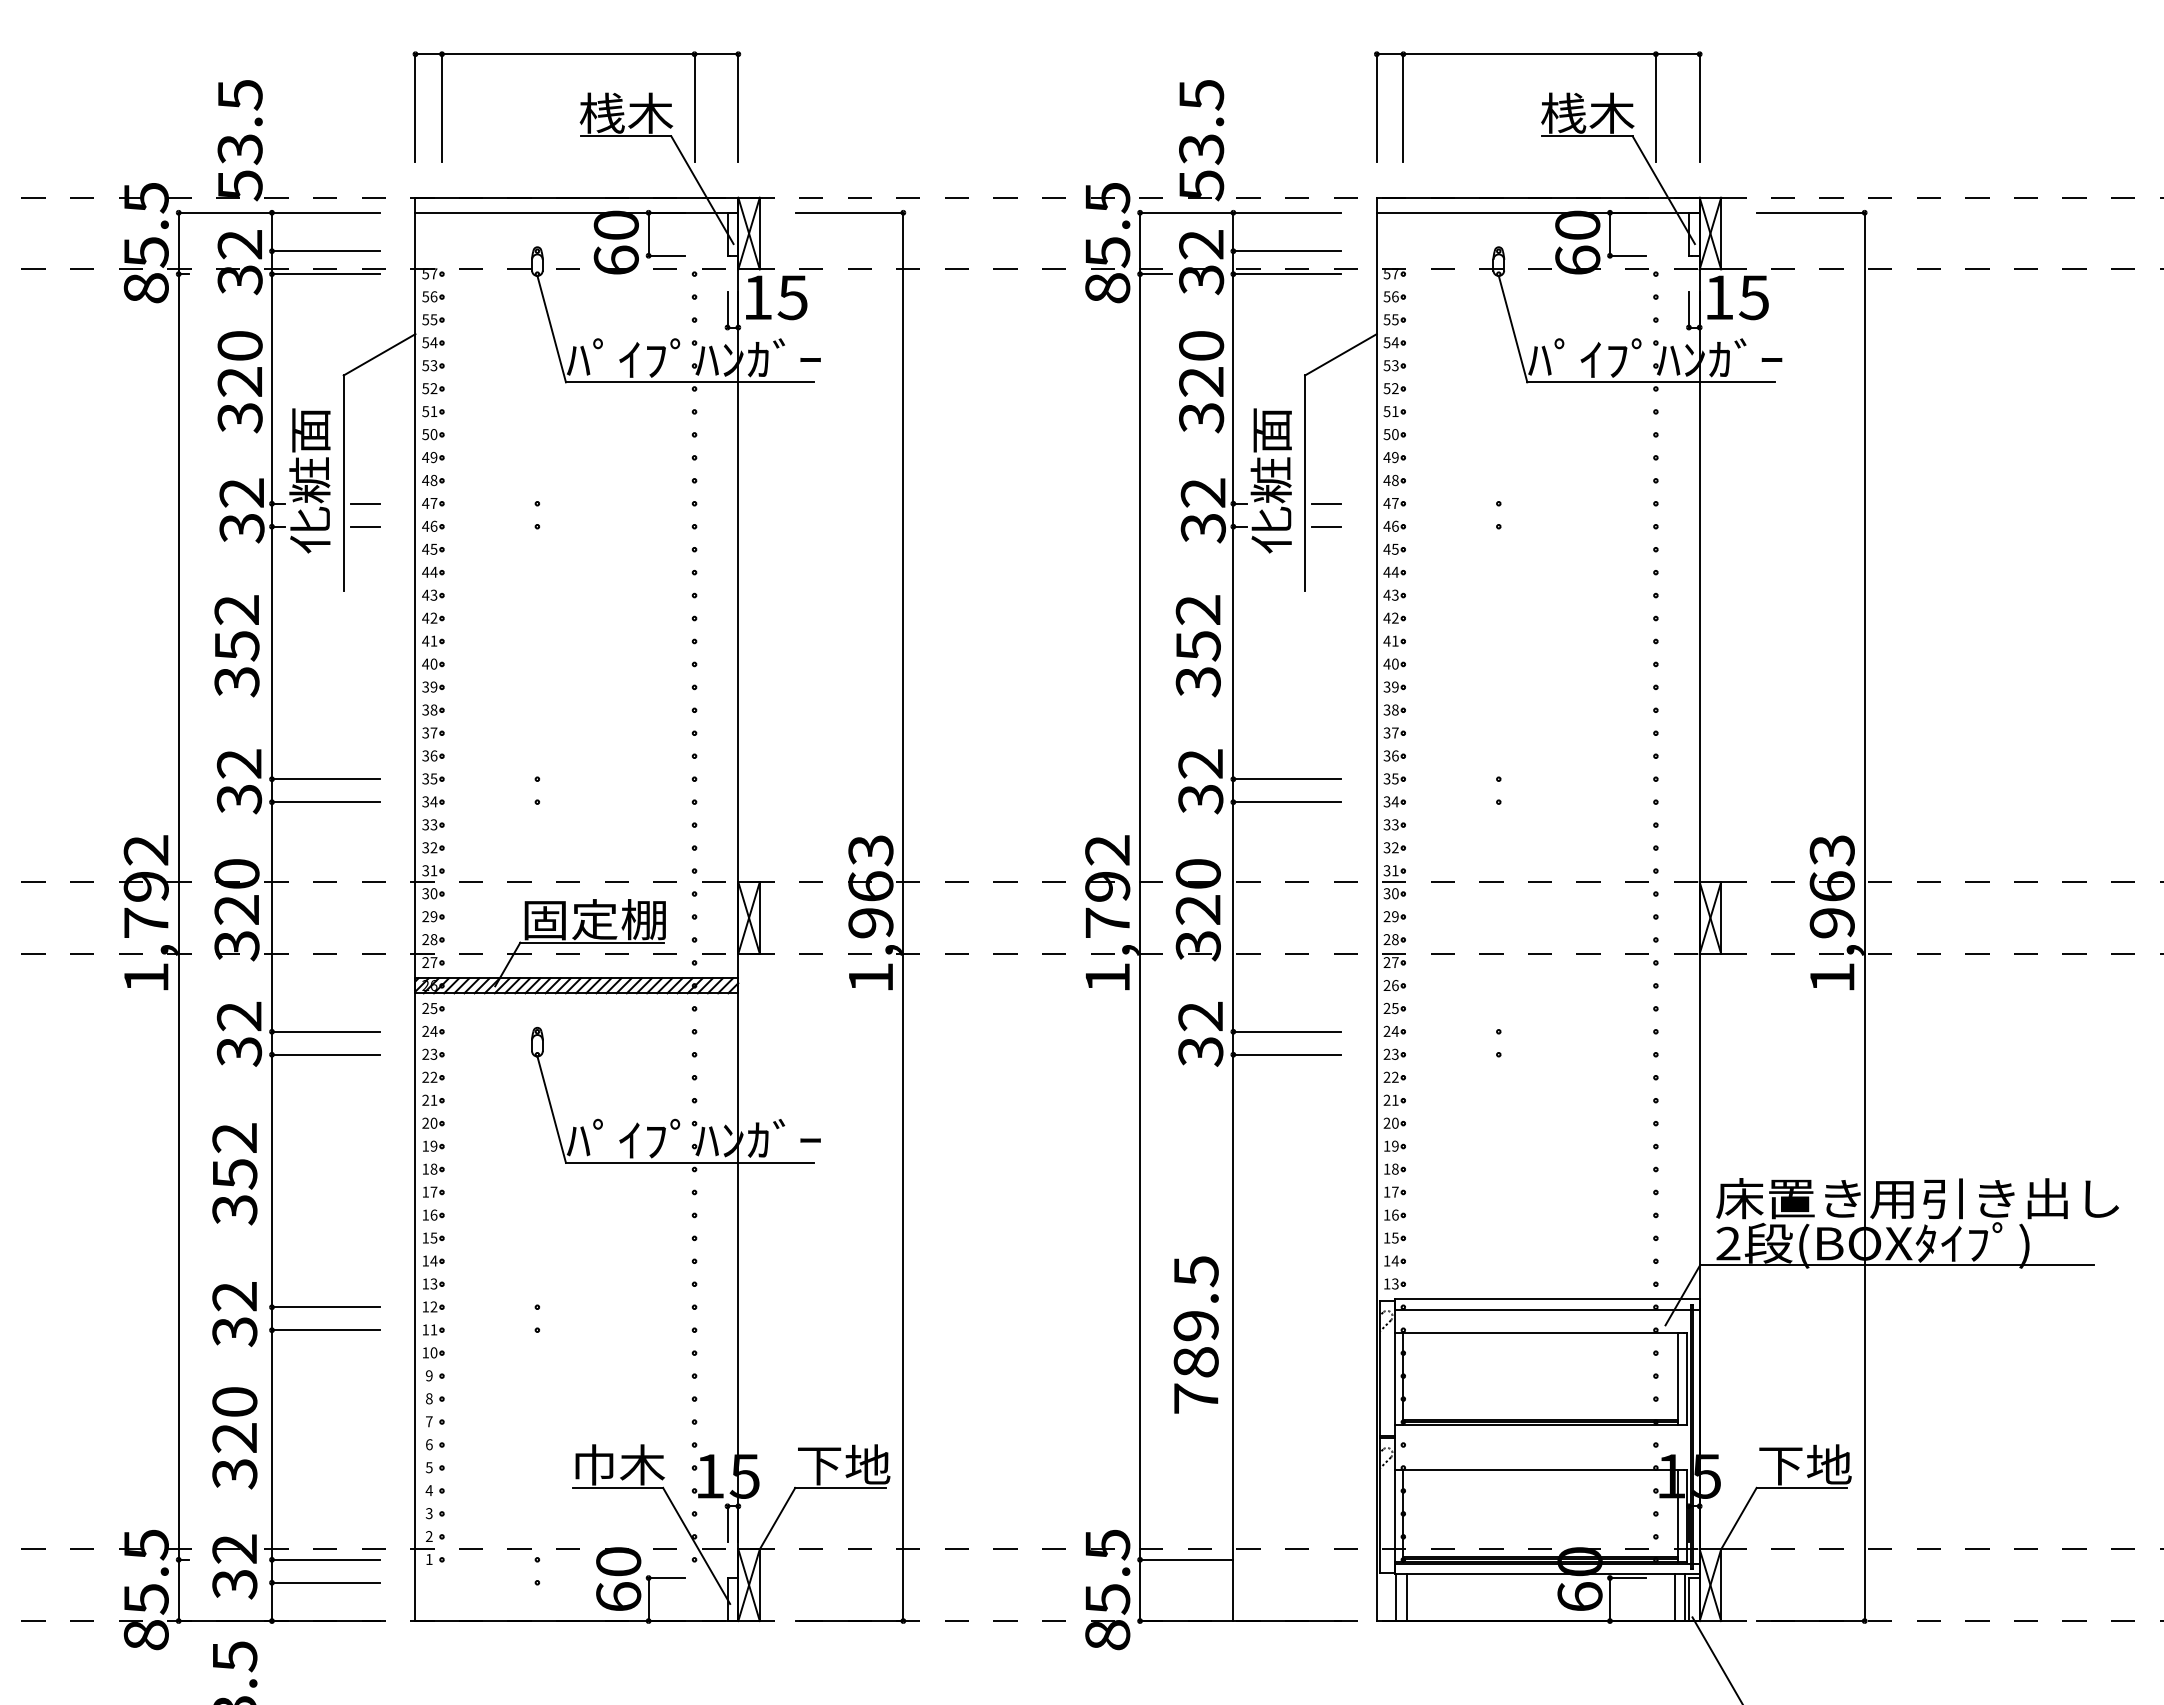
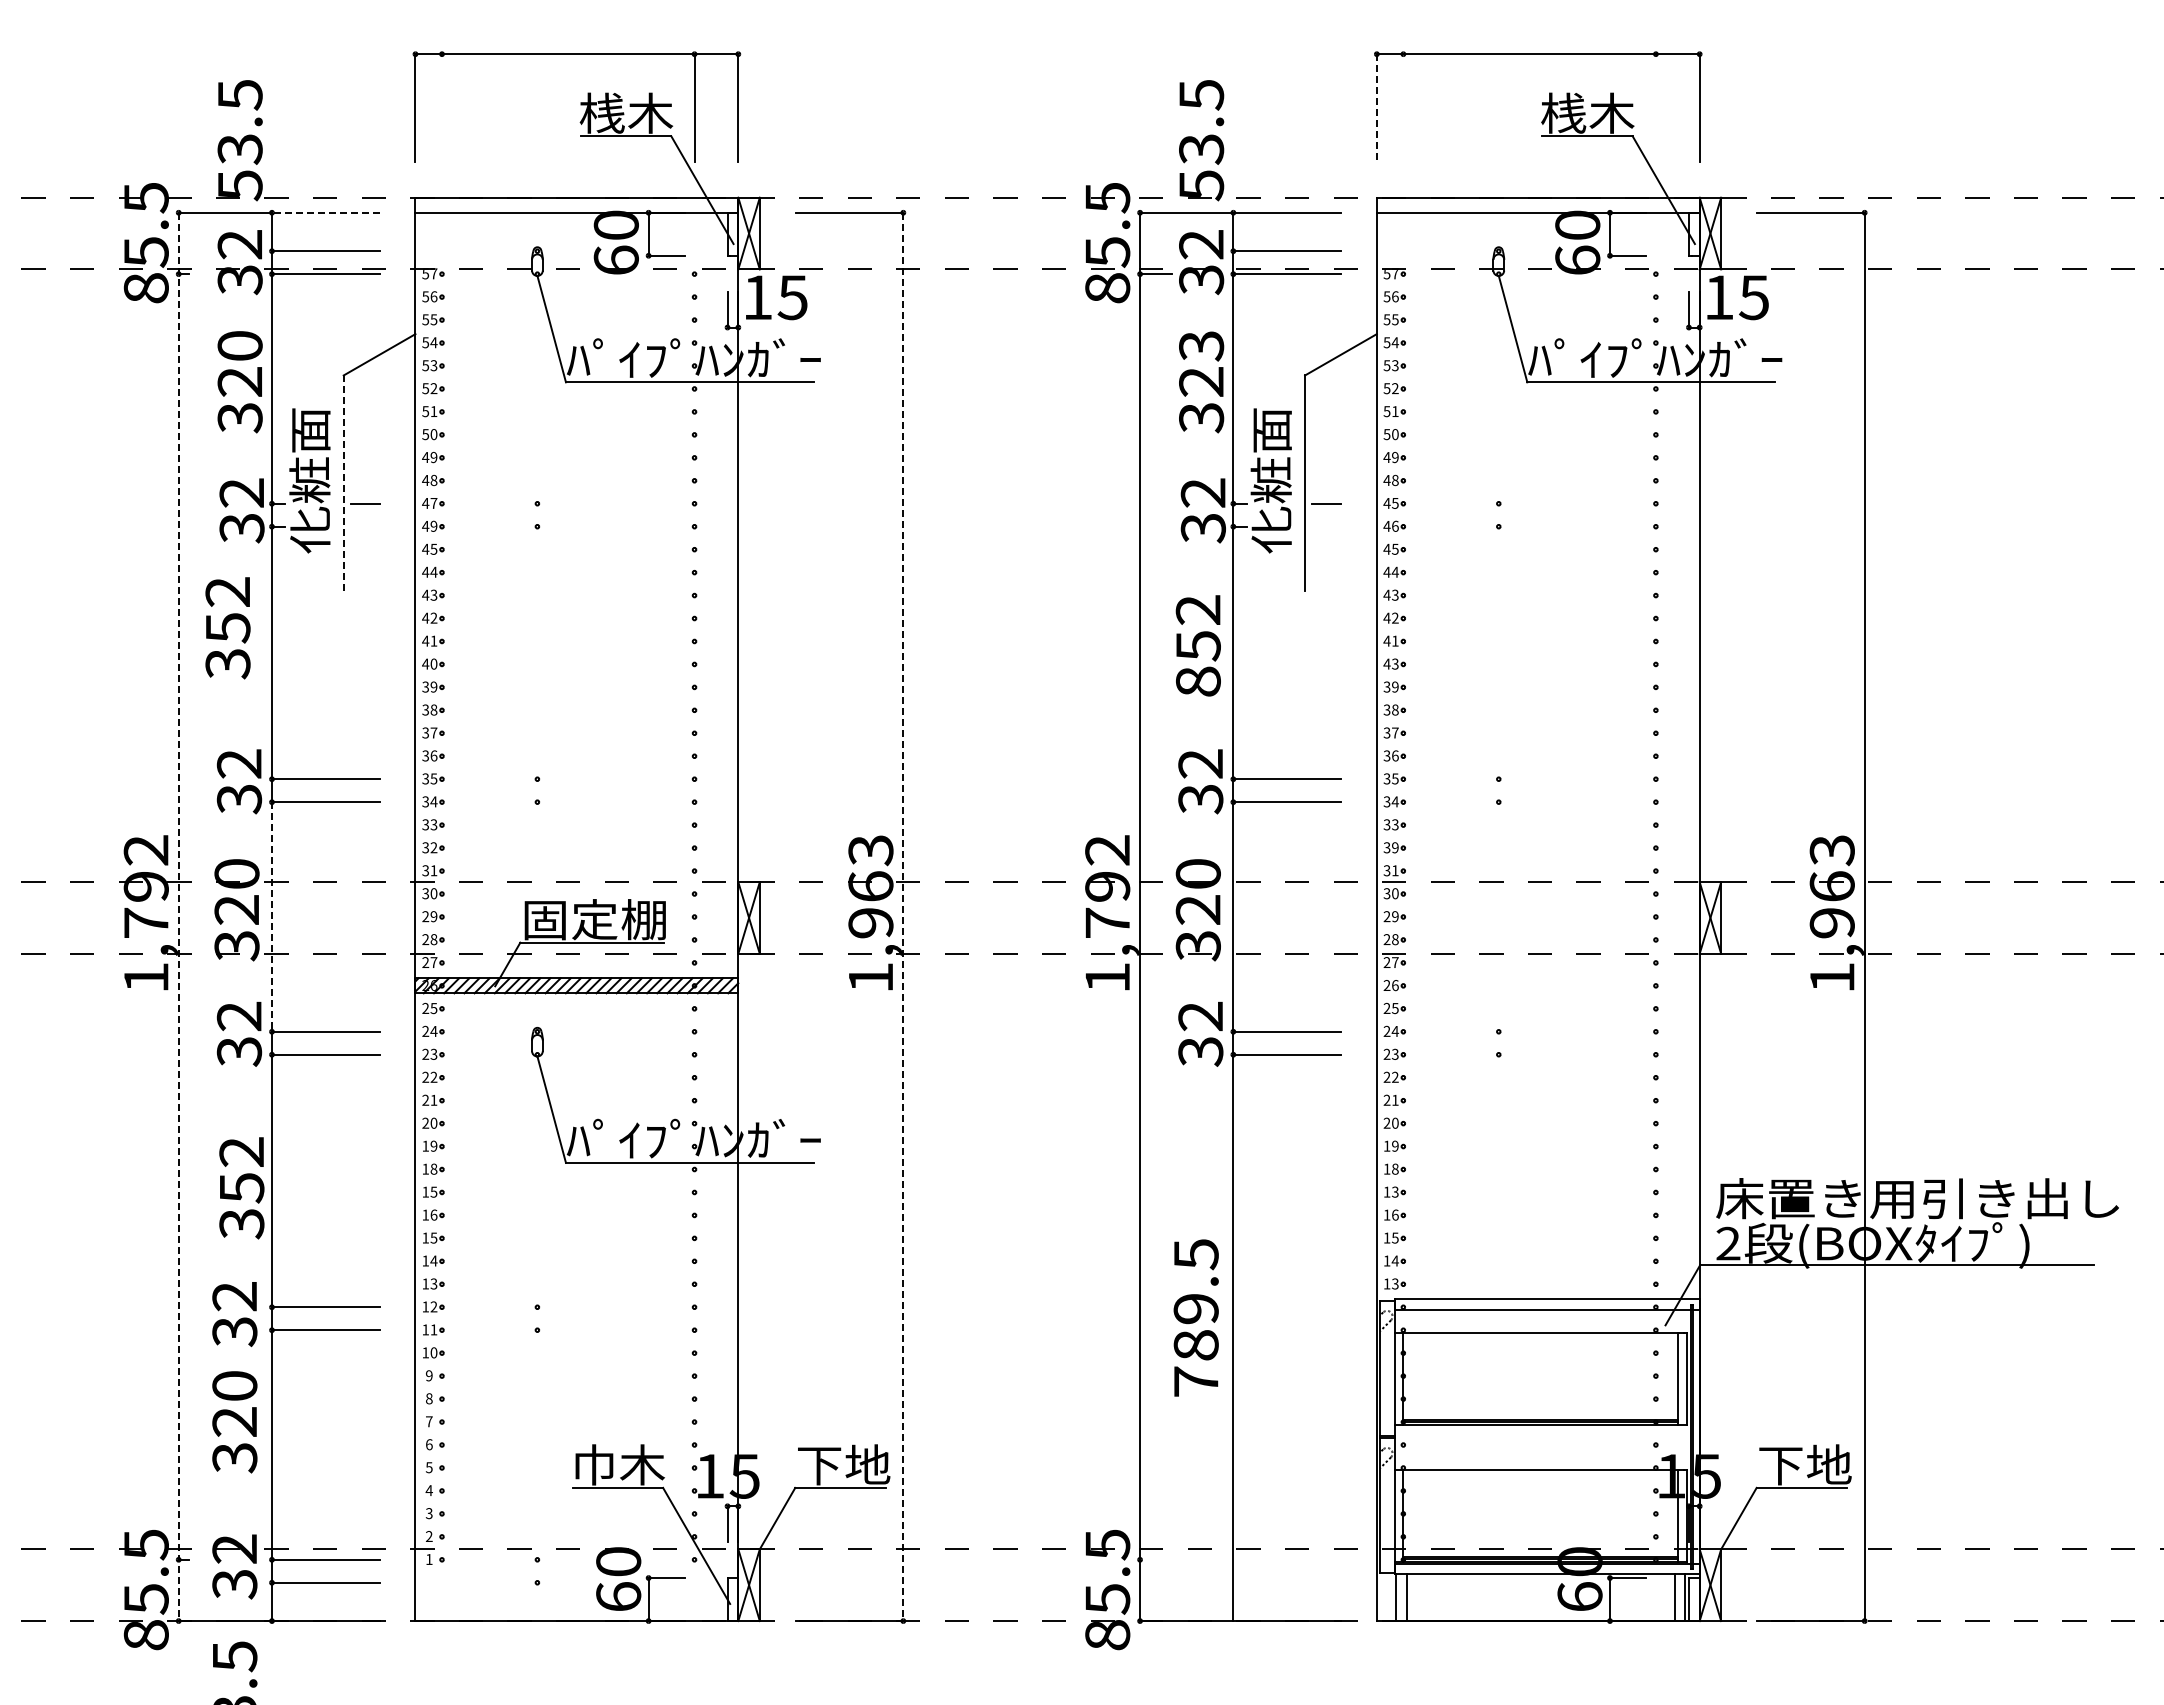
line at (442, 107): present -> none
line at (1403, 107): present -> none
line at (1655, 107): present -> none
line at (1376, 108): solid -> dashed
line at (325, 212): solid -> dashed
text at (1201, 346): 320 -> 323
line at (343, 483): solid -> dashed
text at (1394, 503): 47 -> 45
text at (433, 525): 46 -> 49
line at (365, 526): present -> none
line at (1326, 526): present -> none
text at (236, 646) position: (236, 646) -> (227, 628)
text at (1395, 663): 40 -> 43
text at (1197, 681): 352 -> 852
text at (1395, 848): 32 -> 39
line at (271, 916): solid -> dashed
line at (178, 917): solid -> dashed
line at (903, 917): solid -> dashed
text at (234, 1174) position: (234, 1174) -> (241, 1188)
text at (433, 1191): 17 -> 15
text at (1395, 1191): 17 -> 13
text at (1195, 1334) position: (1195, 1334) -> (1195, 1317)
text at (234, 1438) position: (234, 1438) -> (234, 1422)
line at (1186, 1559): present -> none
line at (1716, 1659): present -> none
